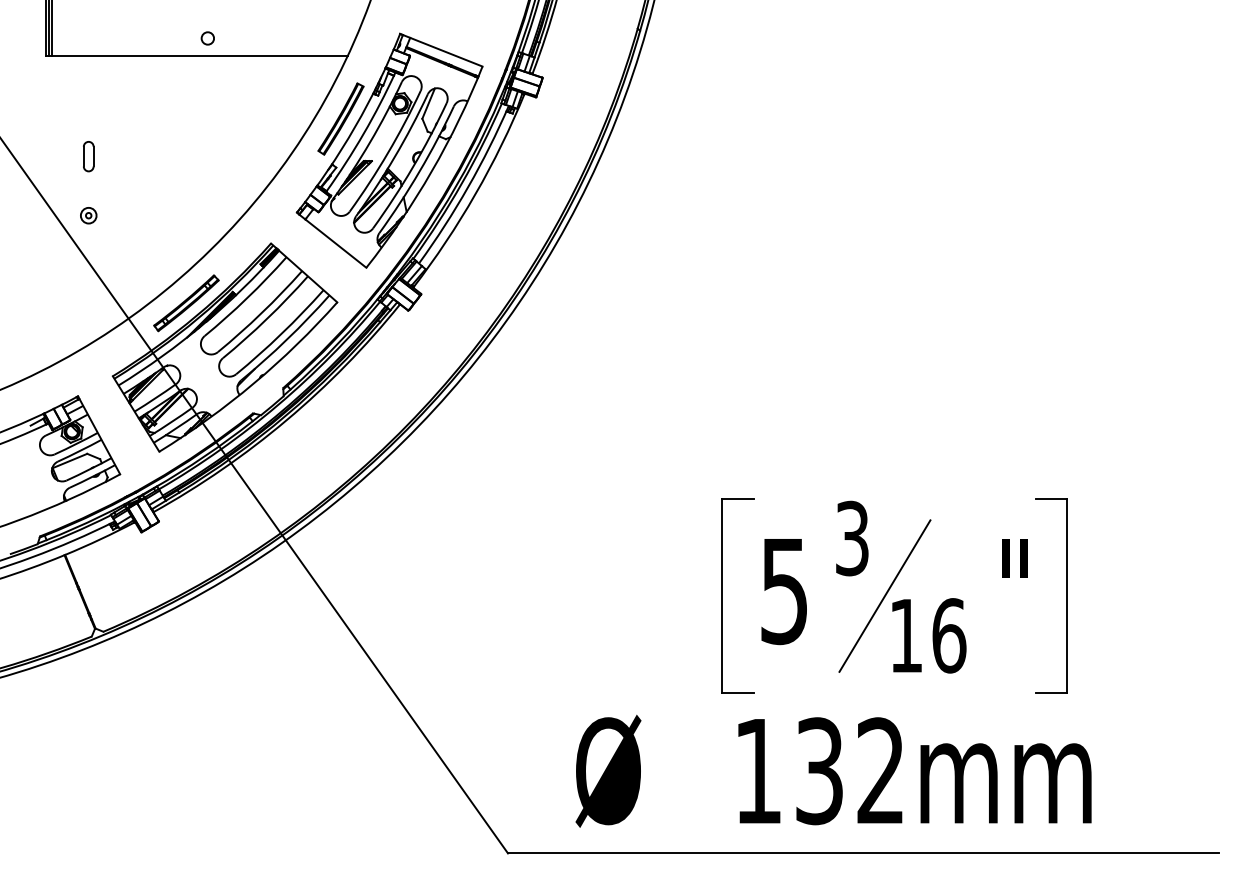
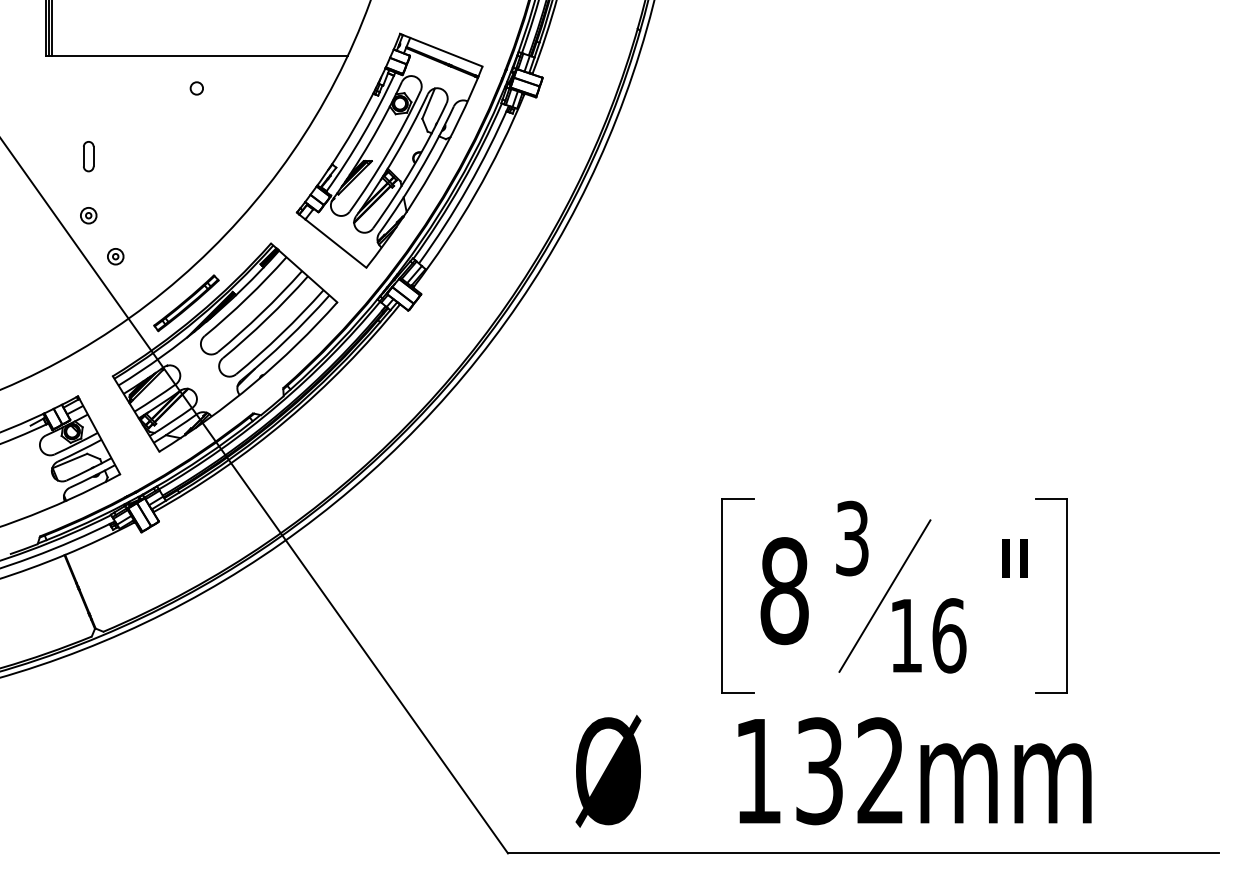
circle at (207, 38) position: (207, 38) -> (196, 88)
part at (340, 118): present -> none
part at (115, 256): none -> present
text at (784, 591): 5 -> 8
